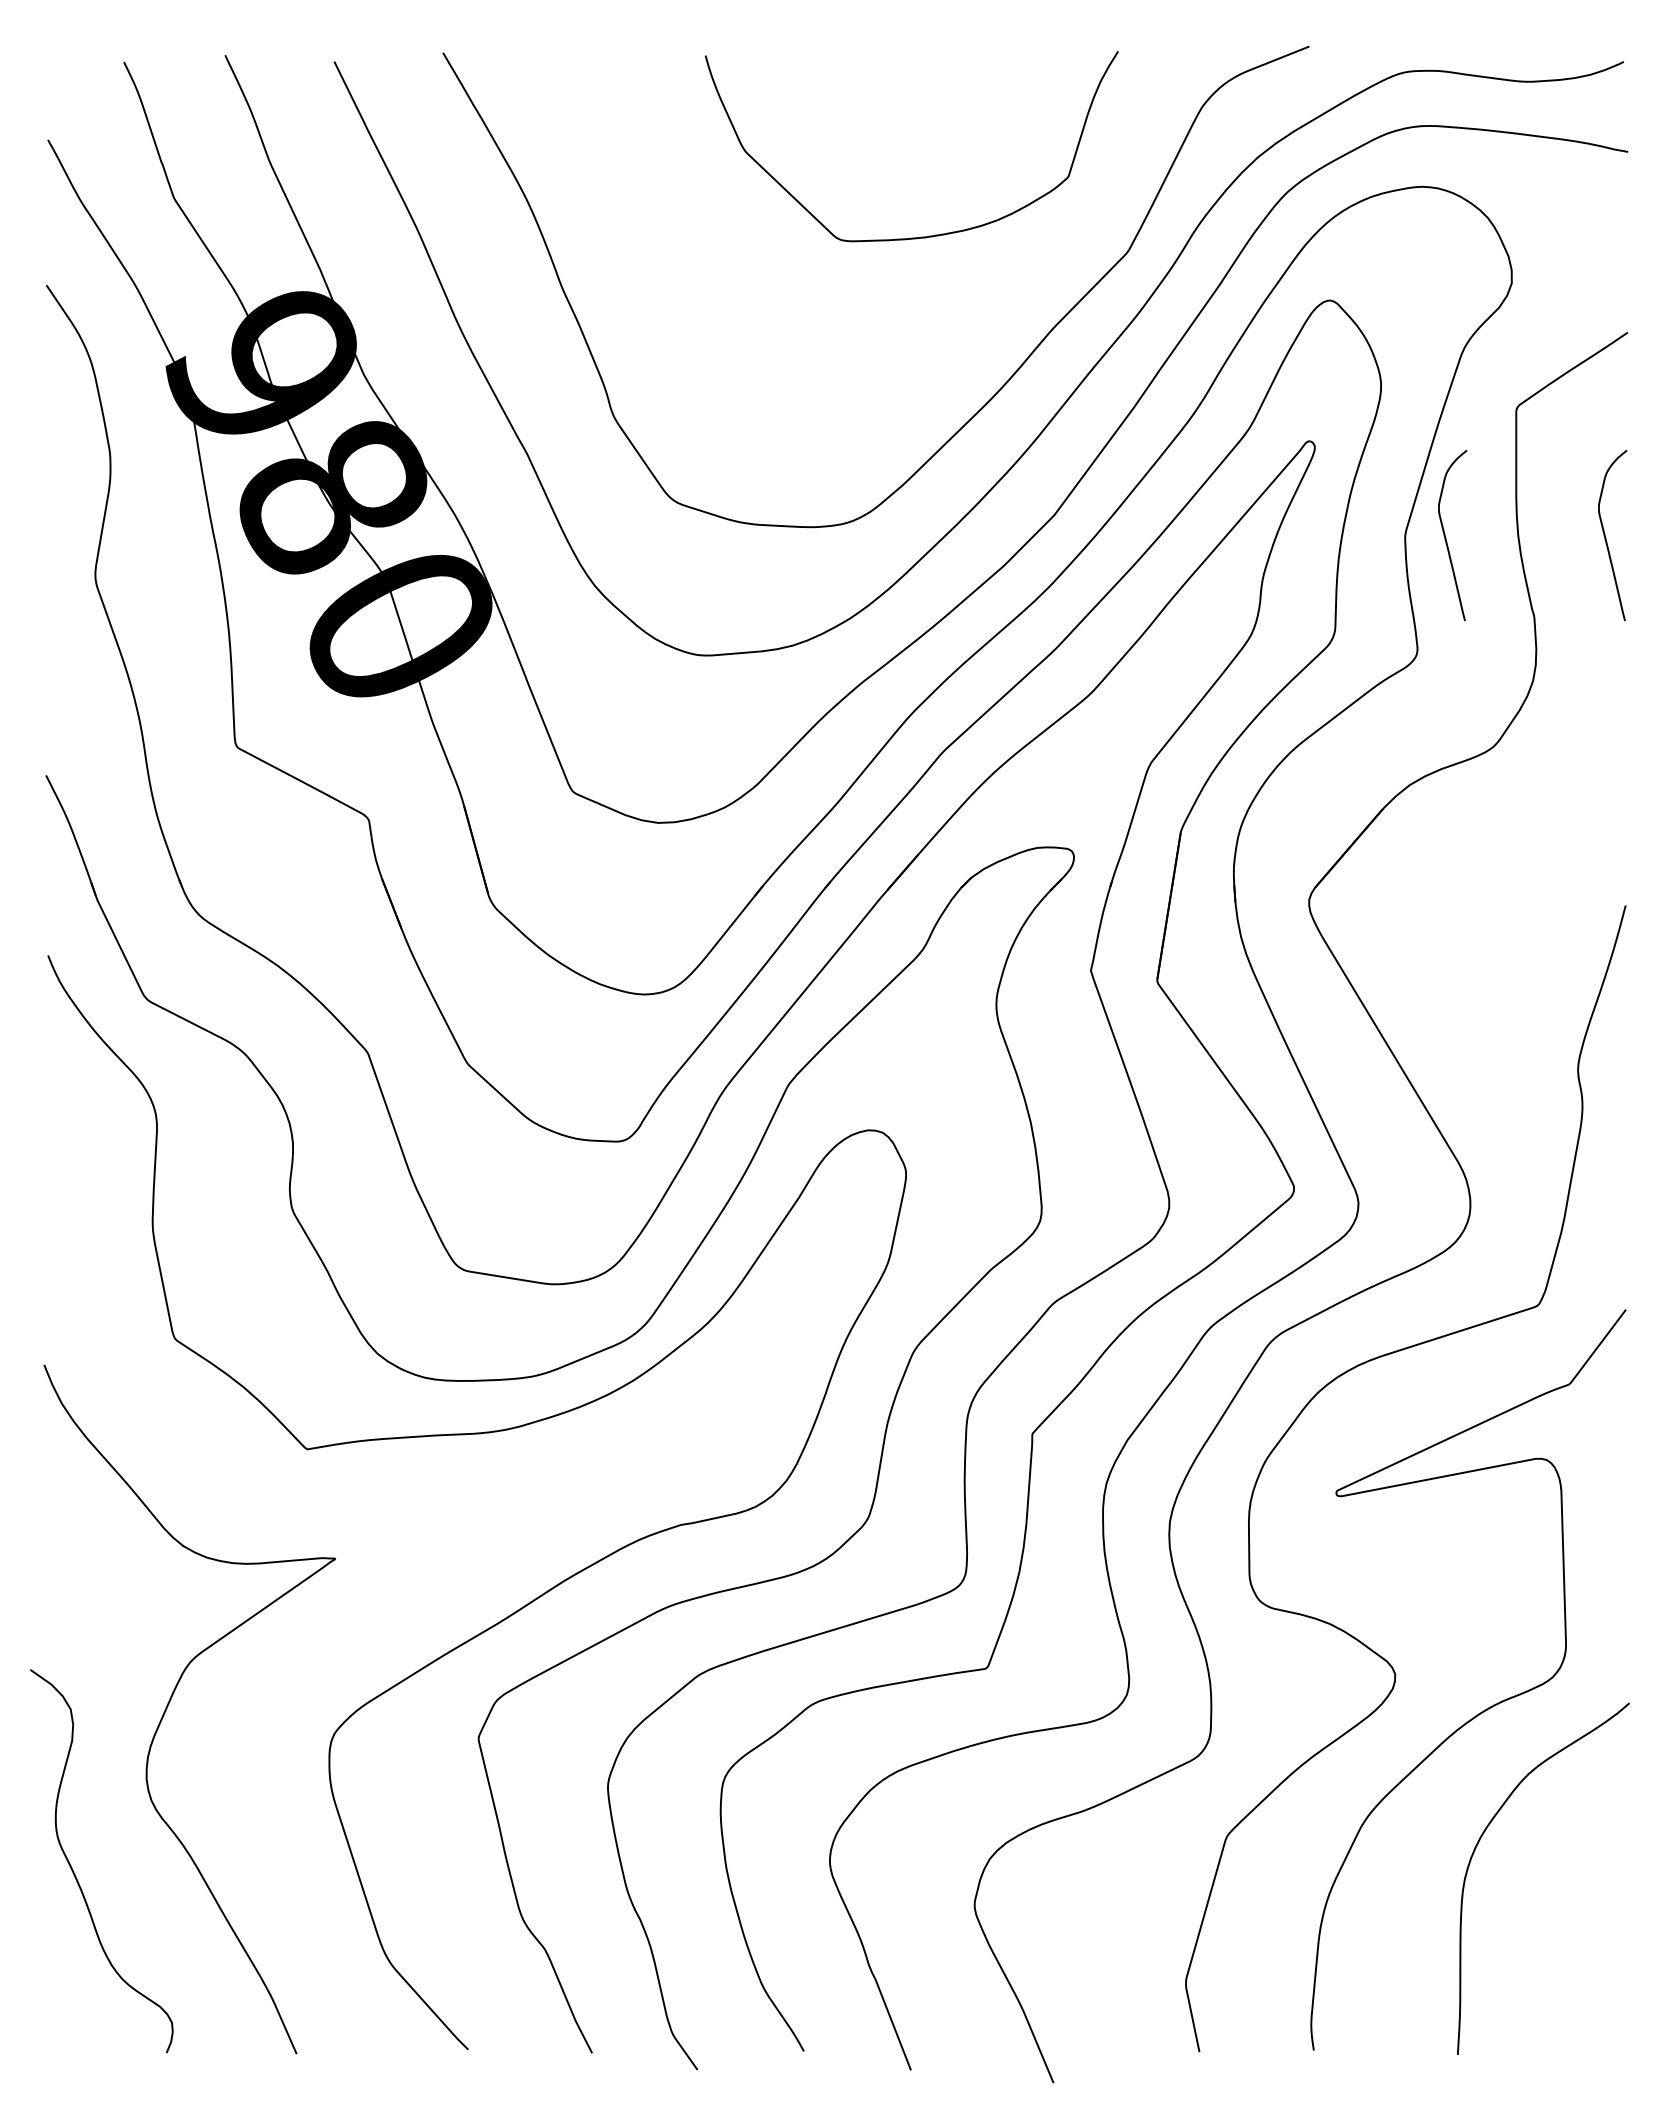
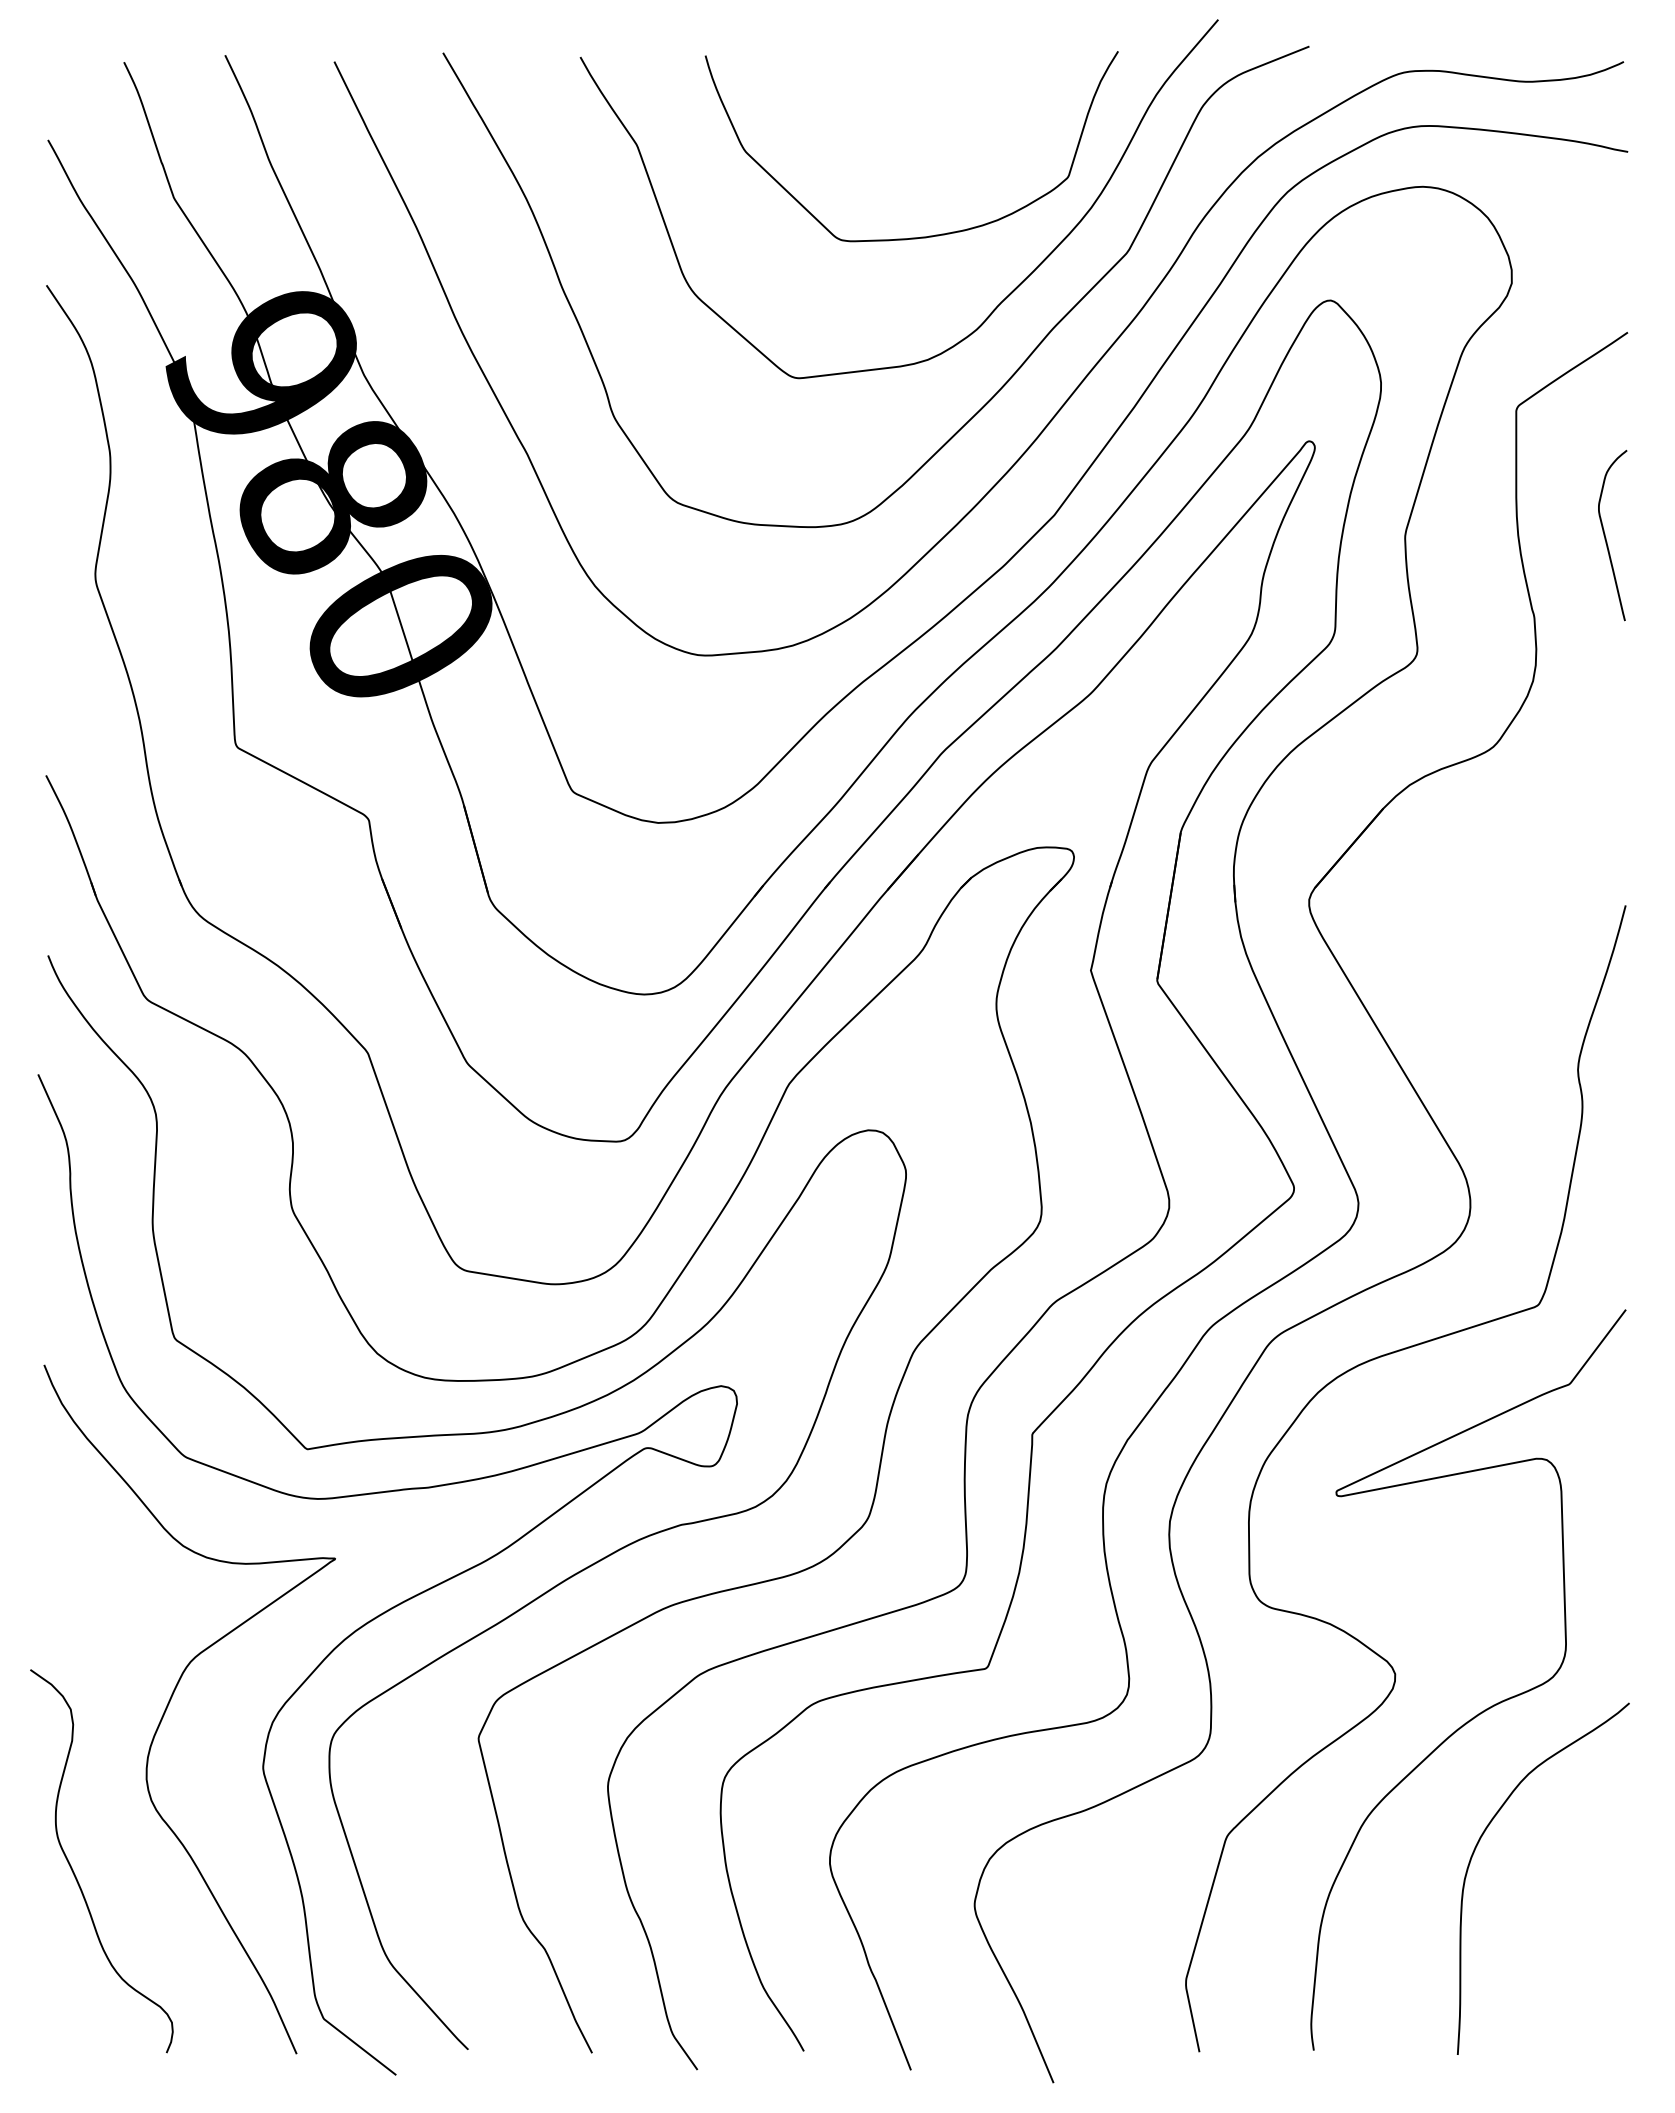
curve at (1001, 301): none -> present
curve at (1446, 537): present -> none
curve at (400, 1602): none -> present
